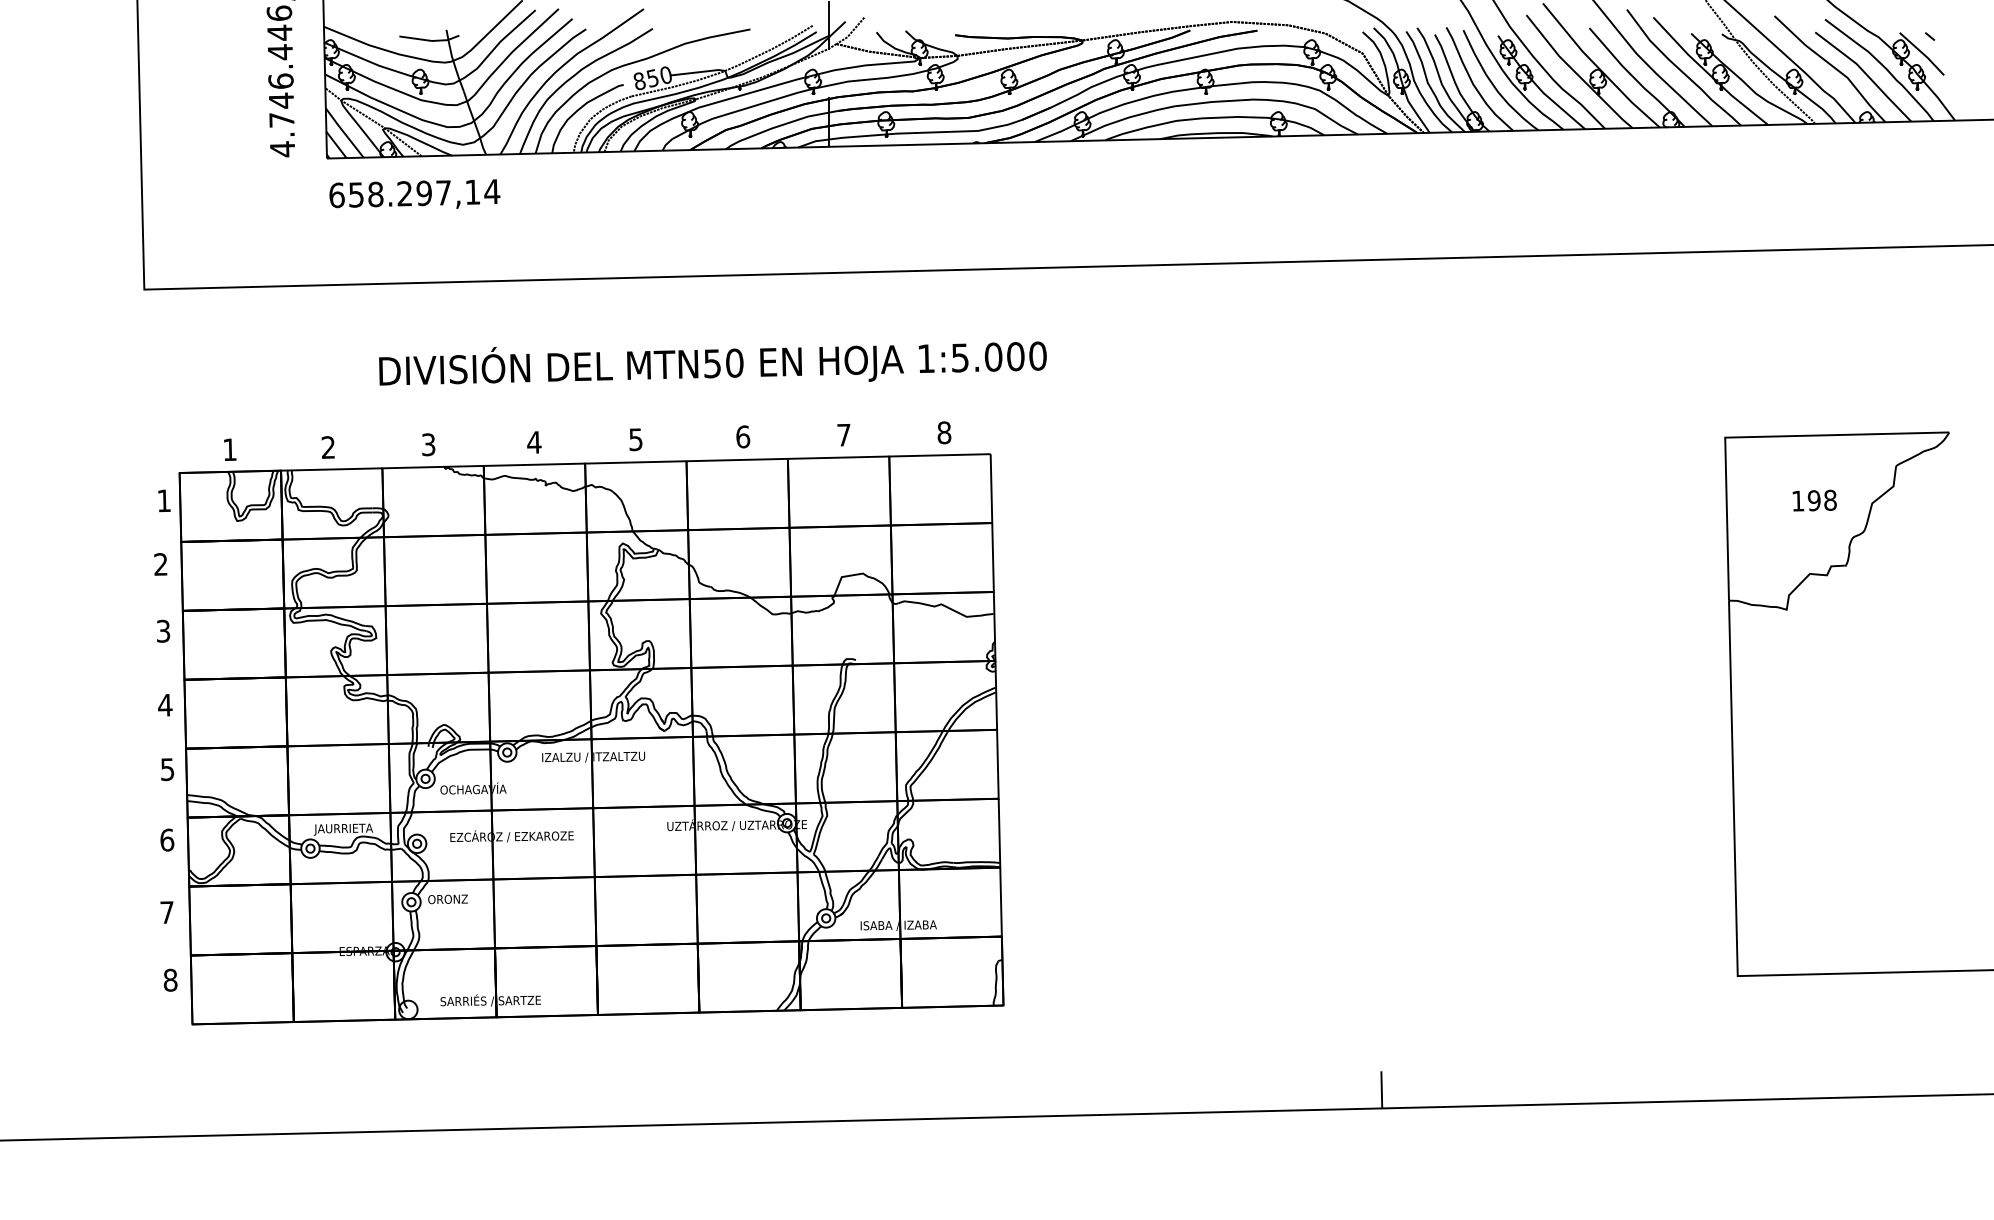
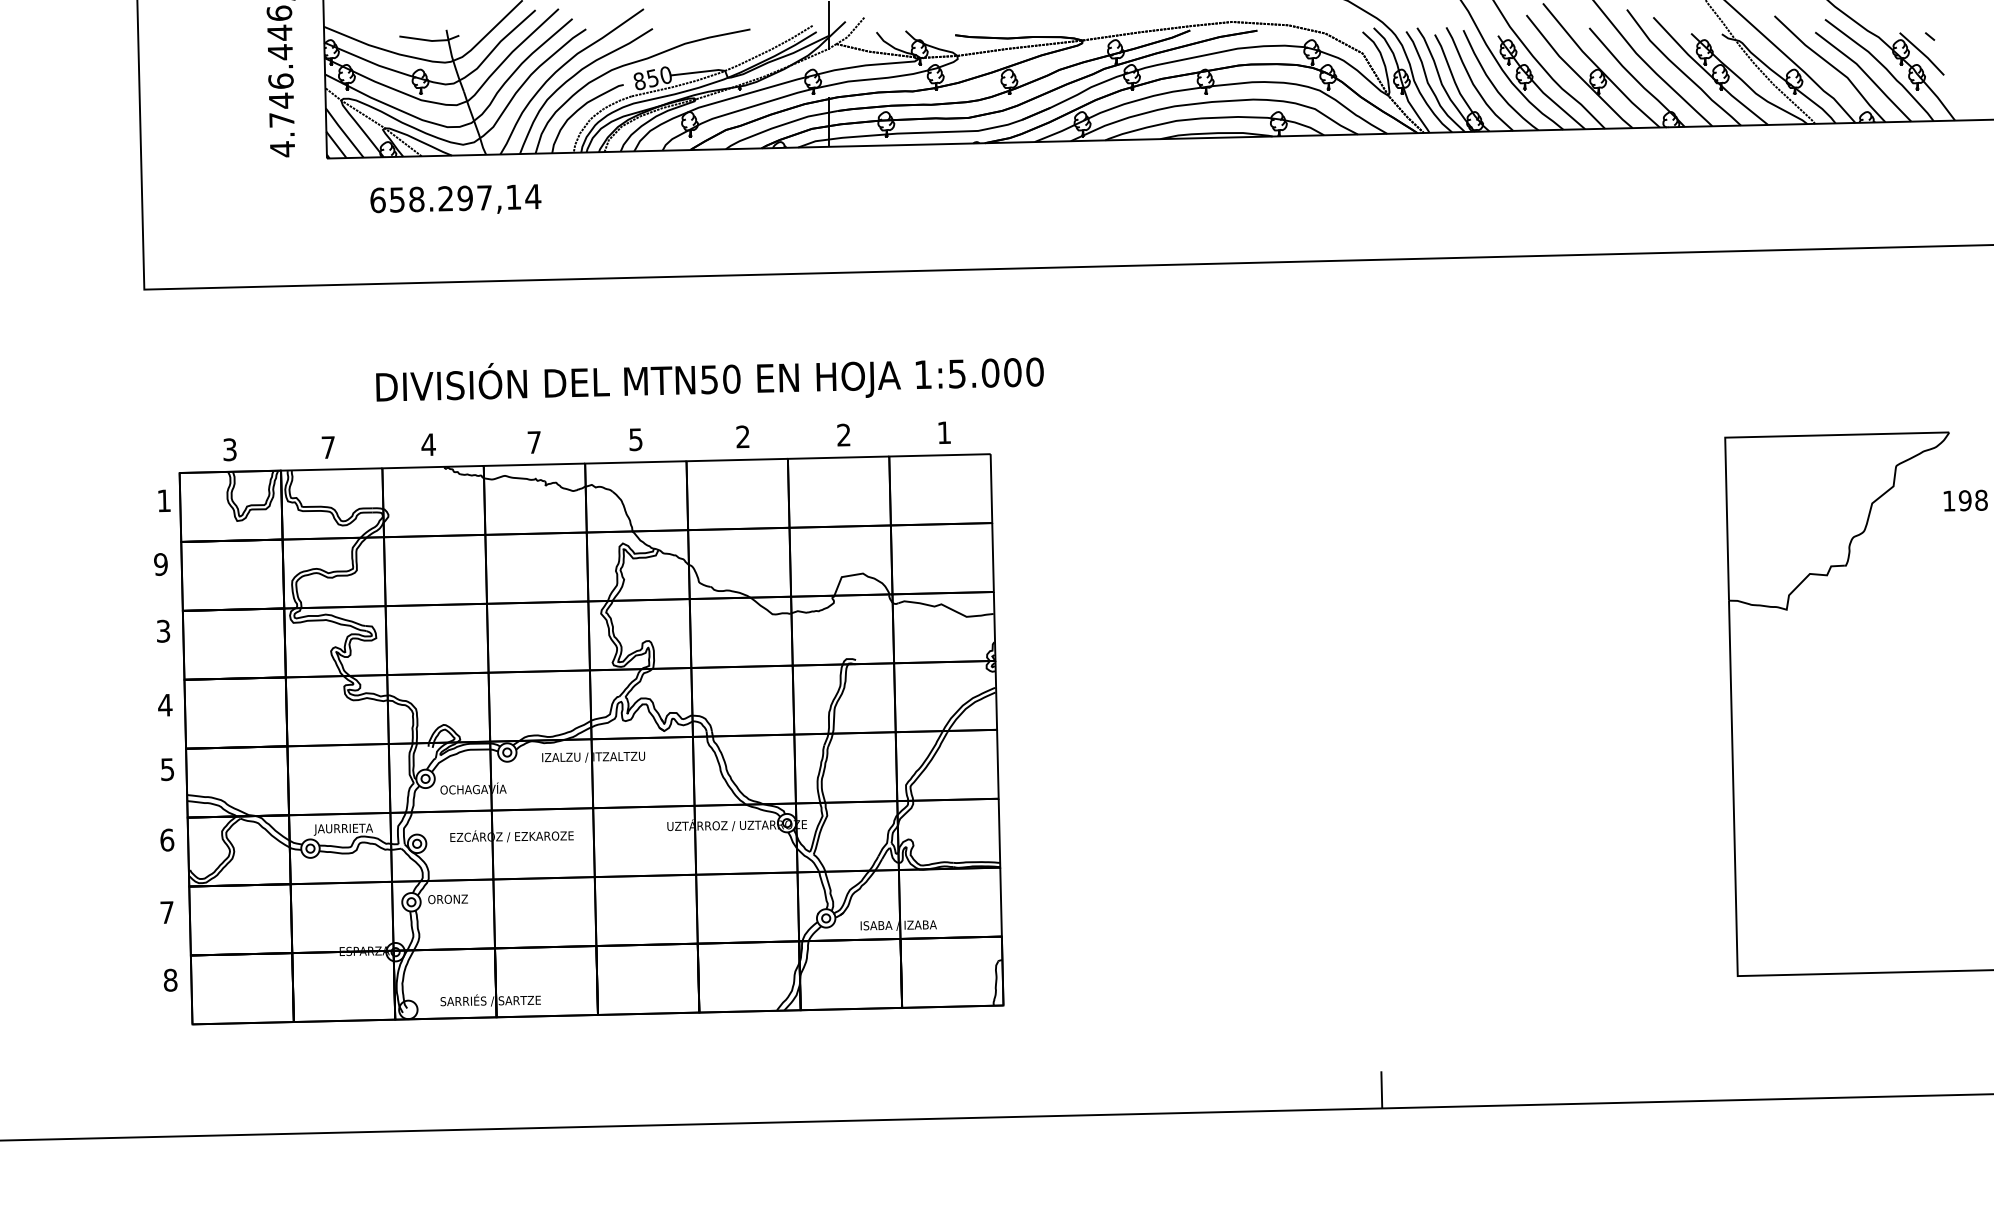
text at (414, 193) position: (414, 193) -> (455, 198)
text at (712, 363) position: (712, 363) -> (709, 379)
text at (944, 432): 8 -> 1
text at (843, 434): 7 -> 2
text at (743, 436): 6 -> 2
text at (534, 442): 4 -> 7
text at (428, 444): 3 -> 4
text at (327, 447): 2 -> 7
text at (229, 449): 1 -> 3
text at (1814, 500) position: (1814, 500) -> (1965, 500)
text at (160, 564): 2 -> 9
